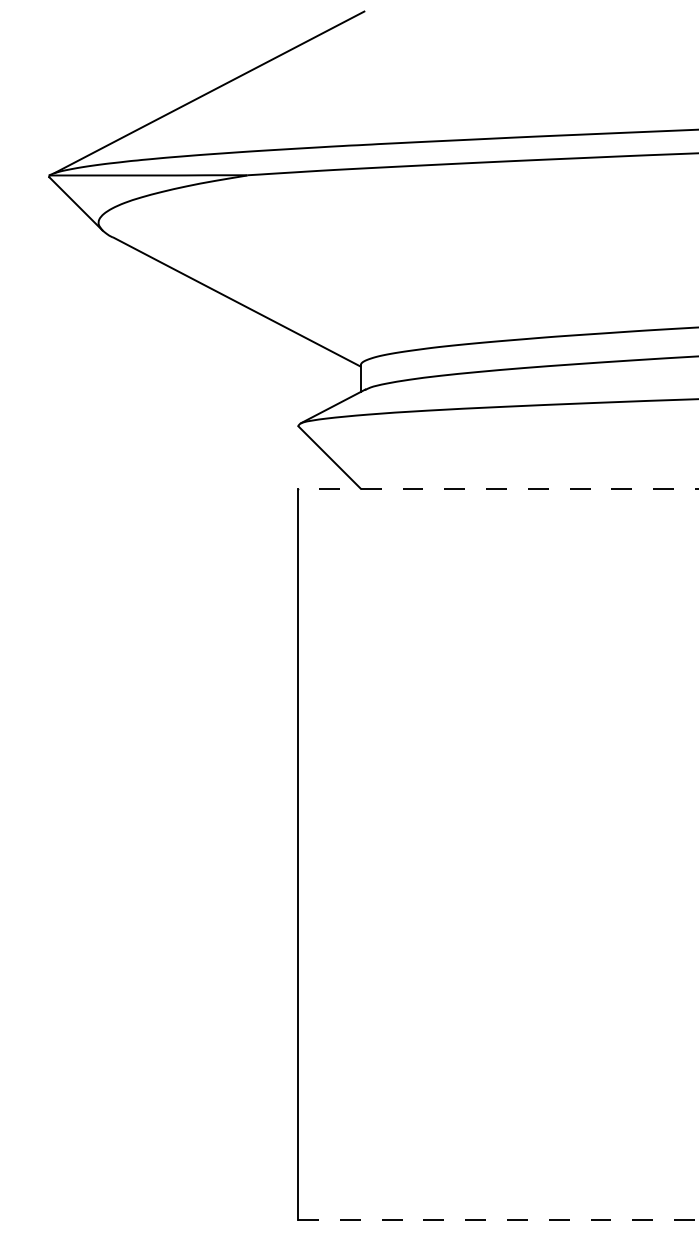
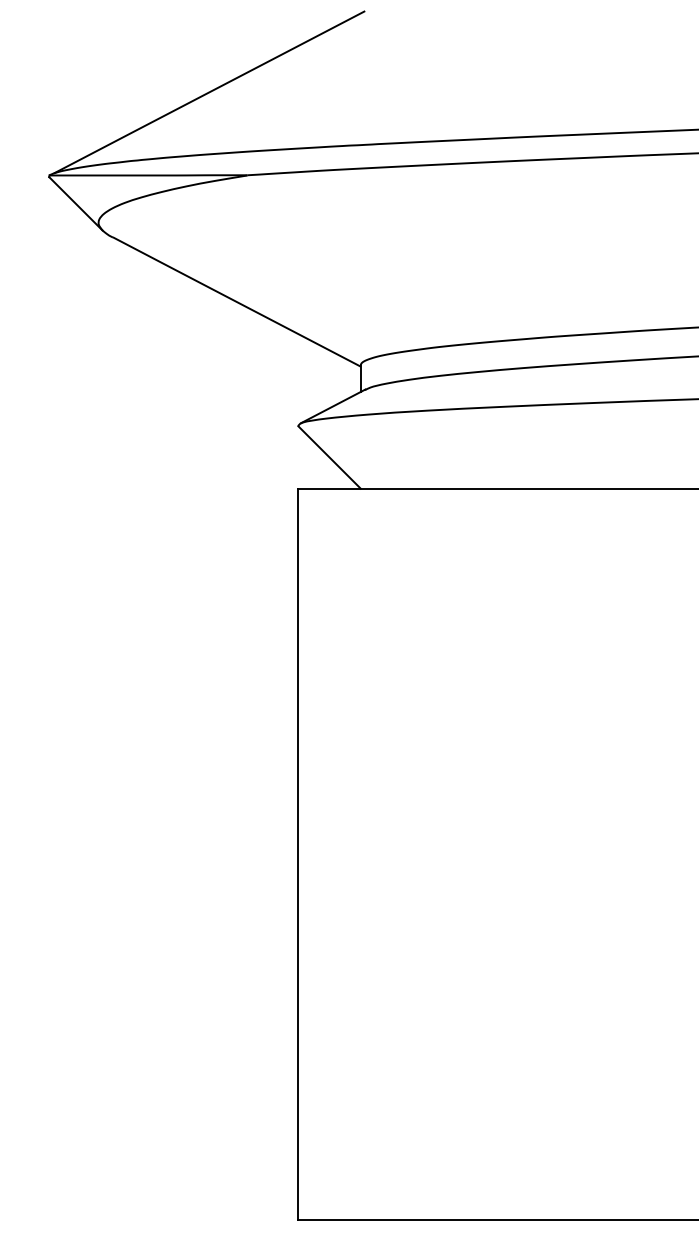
line at (498, 488): dashed -> solid
line at (498, 1219): dashed -> solid
